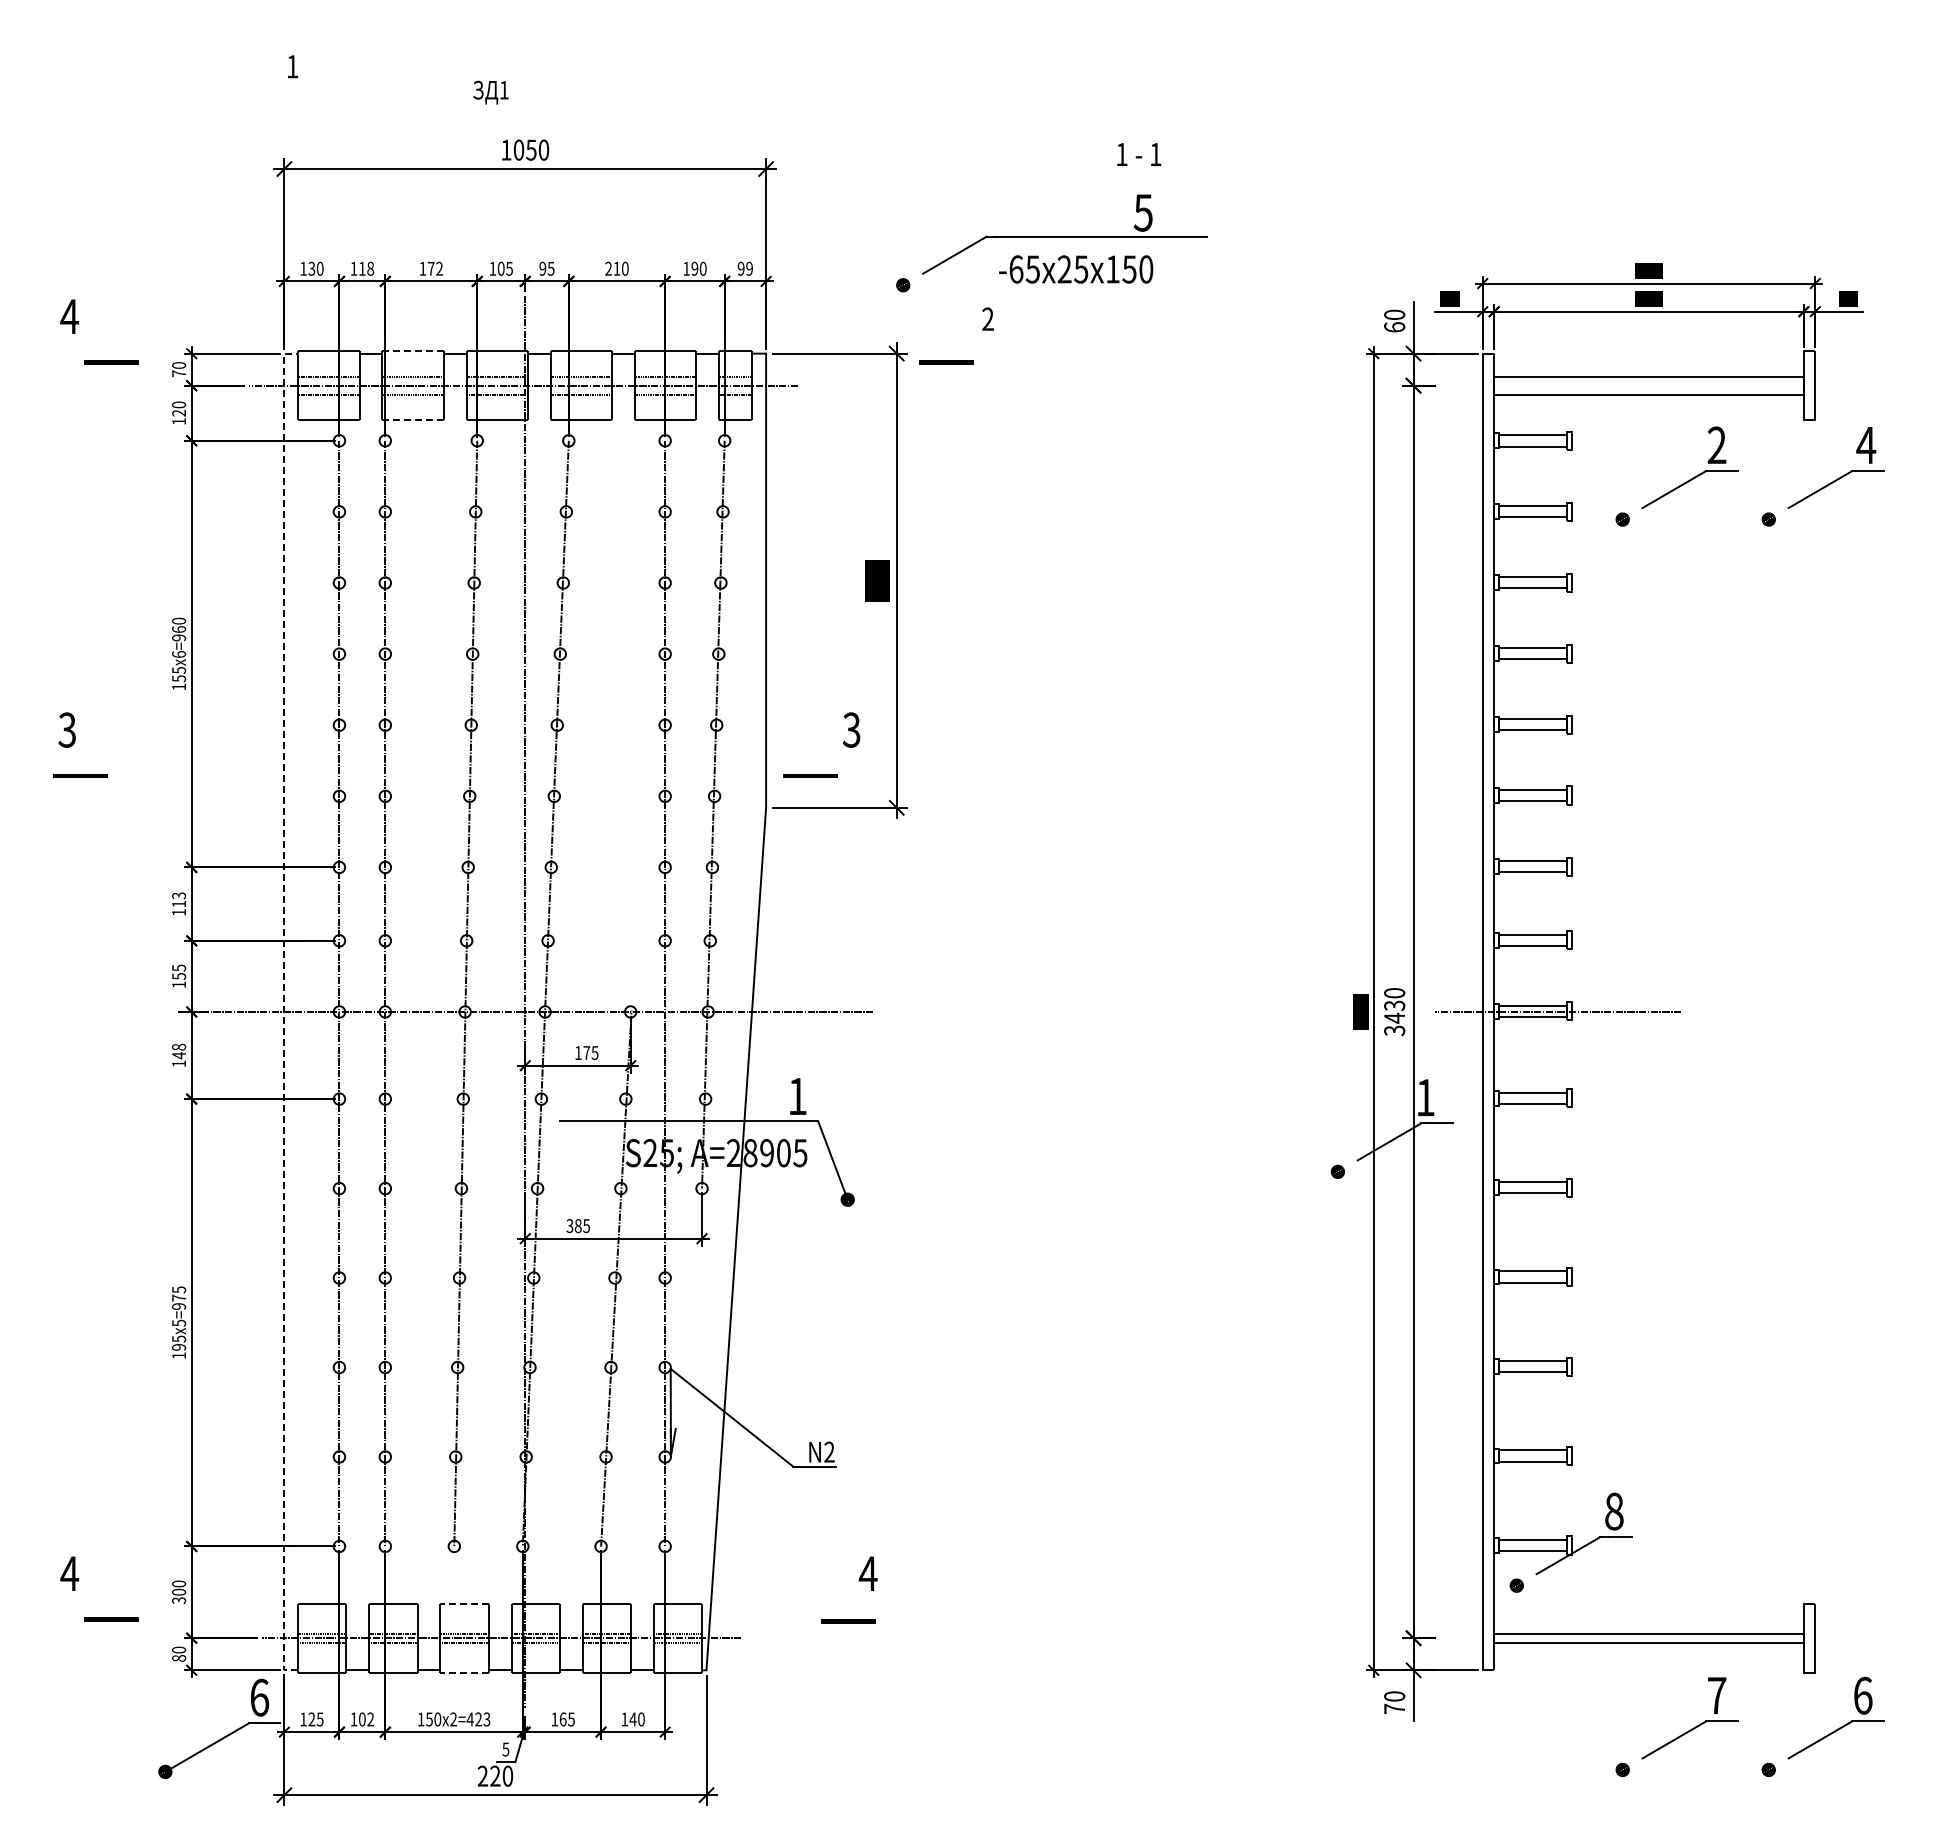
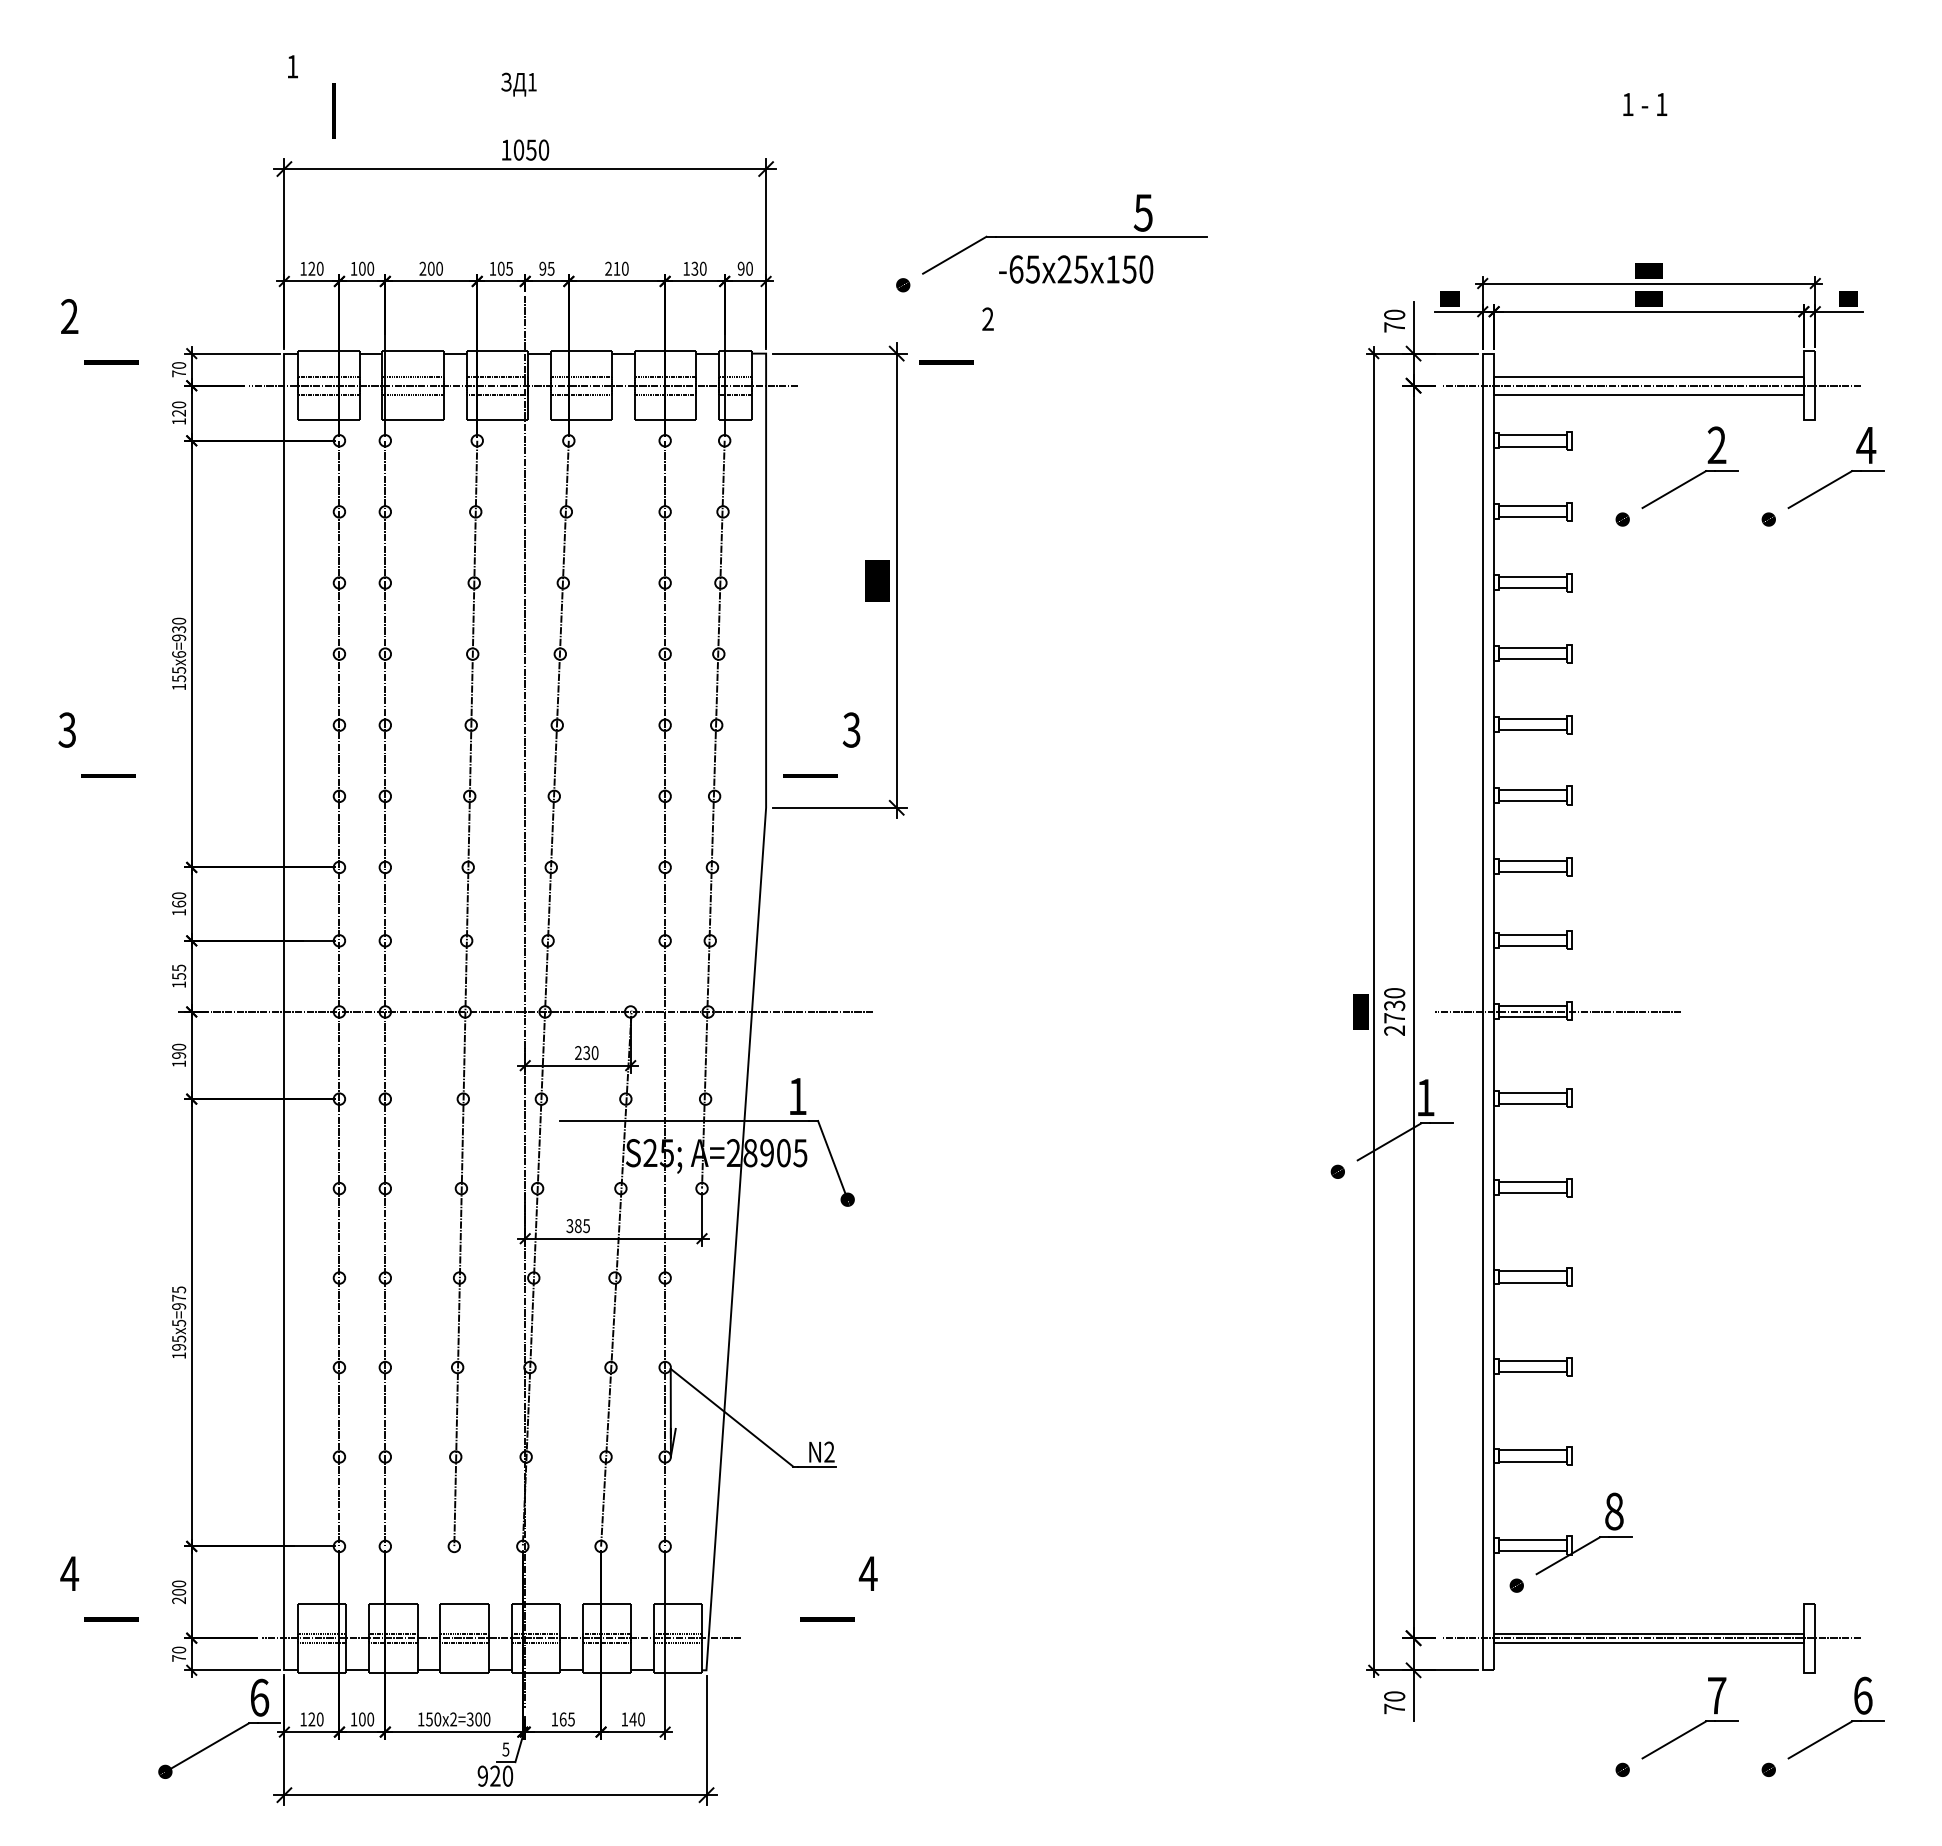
text at (490, 92) position: (490, 92) -> (518, 84)
line at (333, 110): none -> present
text at (1139, 154) position: (1139, 154) -> (1645, 104)
text at (311, 268): 130 -> 120
text at (366, 268): 118 -> 100
text at (430, 268): 172 -> 200
text at (694, 268): 190 -> 130
text at (749, 268): 99 -> 90
text at (69, 316): 4 -> 2
text at (1394, 327): 60 -> 70
line at (413, 351): dashed -> solid
line at (1650, 385): none -> present
line at (413, 420): dashed -> solid
text at (179, 629): 155x6=960 -> 155x6=930
line at (80, 775) position: (80, 775) -> (108, 775)
text at (179, 899): 113 -> 160
line at (284, 1011): dashed -> solid
text at (1394, 1024): 3430 -> 2730
text at (179, 1051): 148 -> 190
text at (586, 1053): 175 -> 230
text at (179, 1600): 300 -> 200
line at (464, 1603): dashed -> solid
line at (848, 1621) position: (848, 1621) -> (827, 1619)
line at (1650, 1638): none -> present
text at (179, 1658): 80 -> 70
line at (464, 1672): dashed -> solid
text at (319, 1719): 125 -> 120
text at (370, 1719): 102 -> 100
text at (478, 1719): 150x2=423 -> 150x2=300
text at (482, 1776): 220 -> 920
